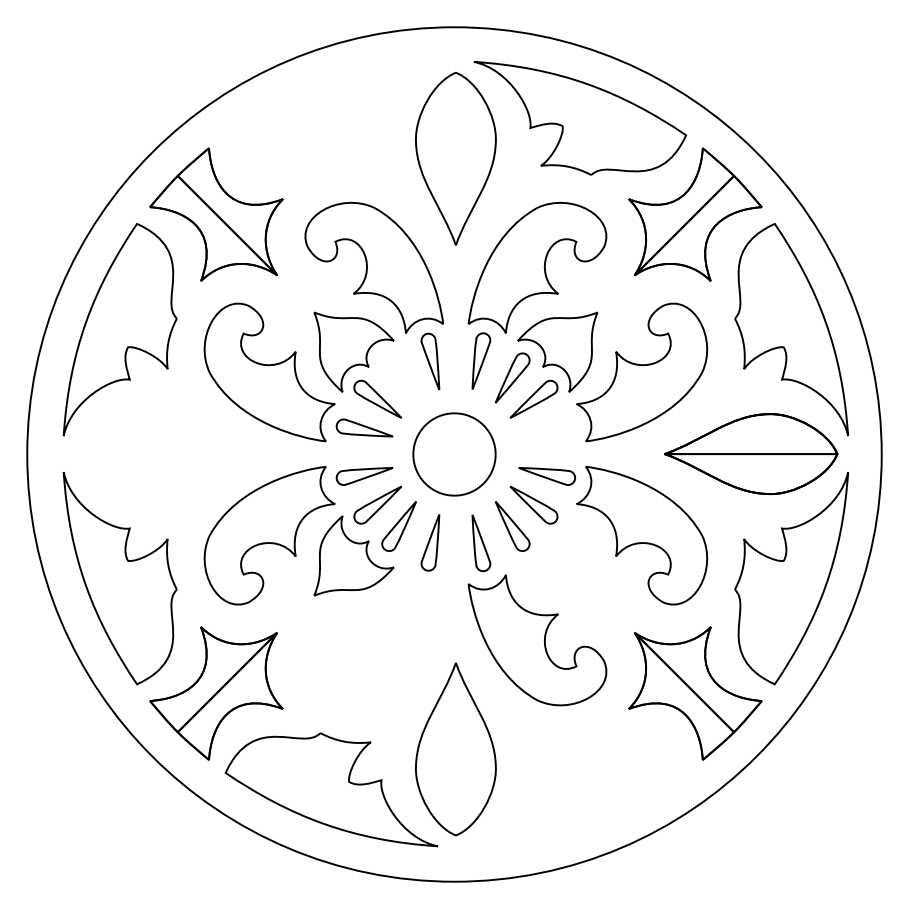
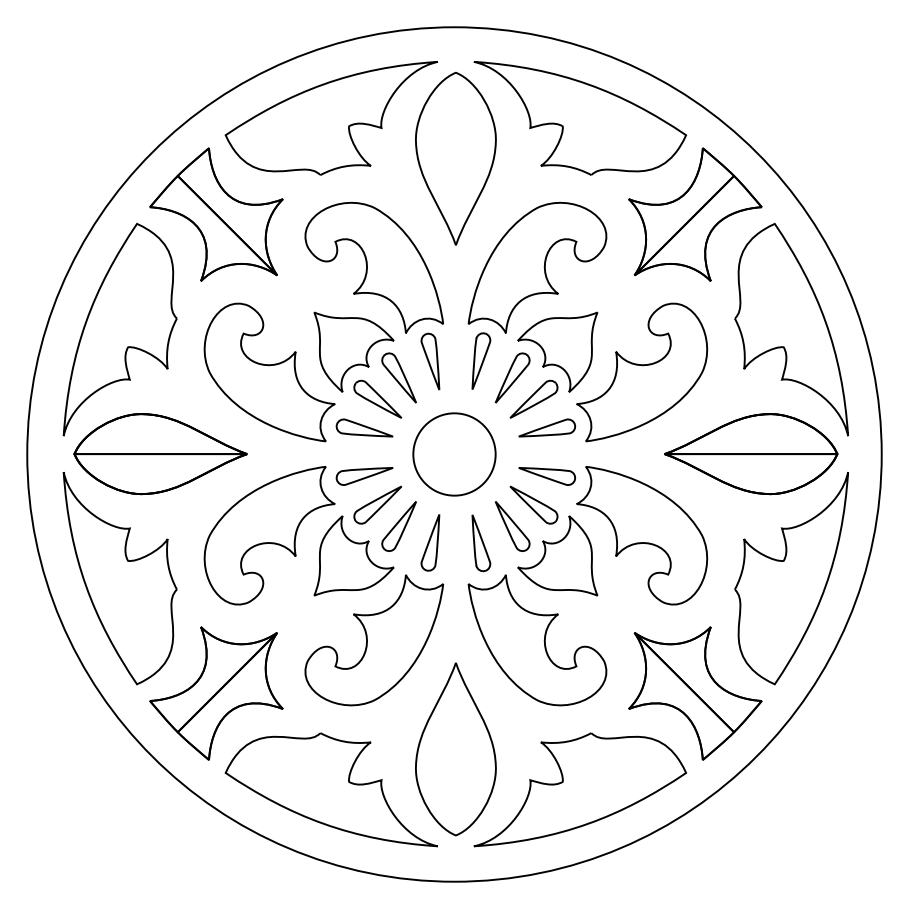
part at (330, 118): none -> present
part at (398, 377): none -> present
part at (547, 427): none -> present
part at (160, 454): none -> present
part at (557, 555): none -> present
part at (374, 640): none -> present
part at (580, 789): none -> present
